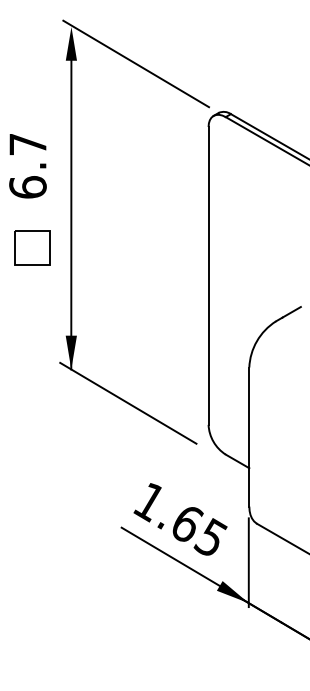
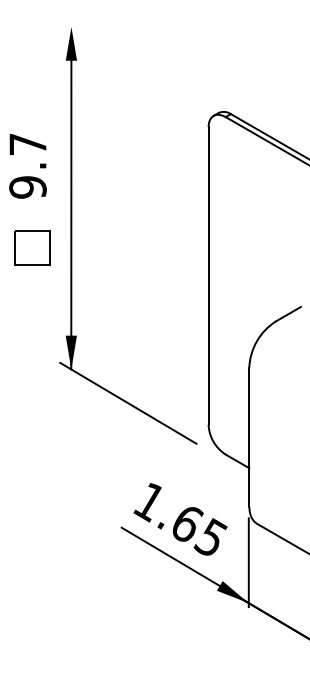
line at (136, 63): present -> none
text at (27, 187): 6.7 -> 9.7
